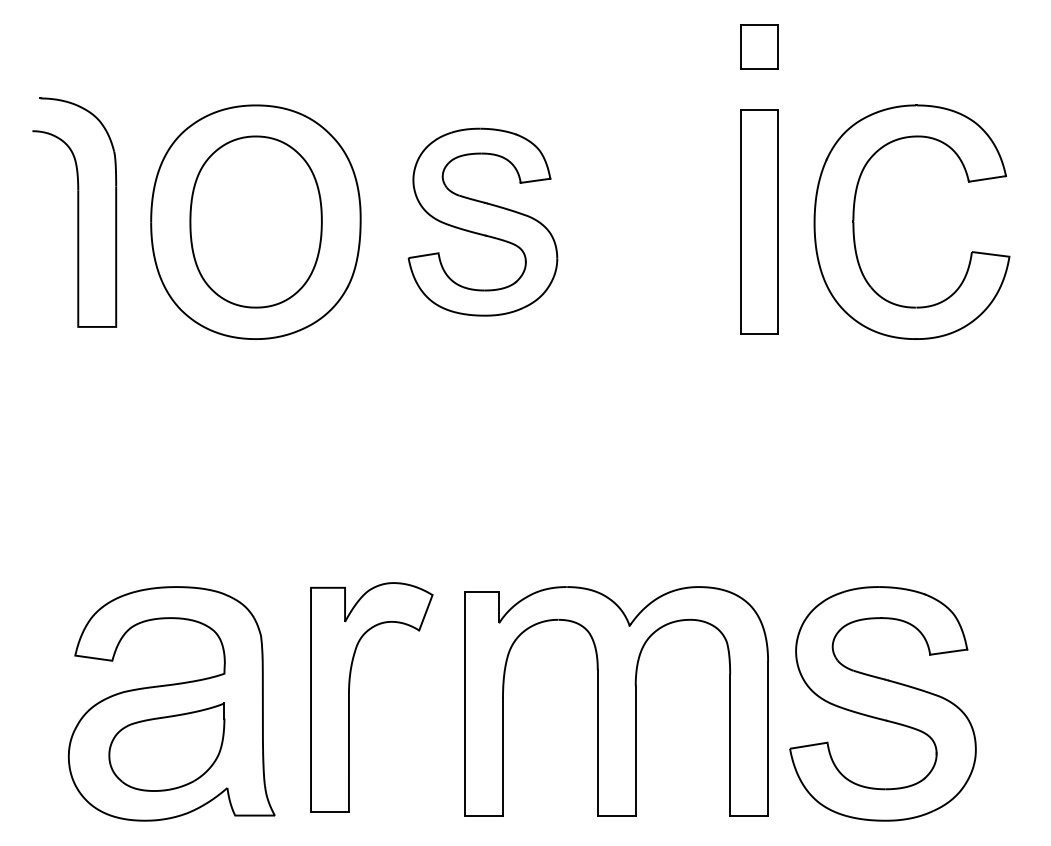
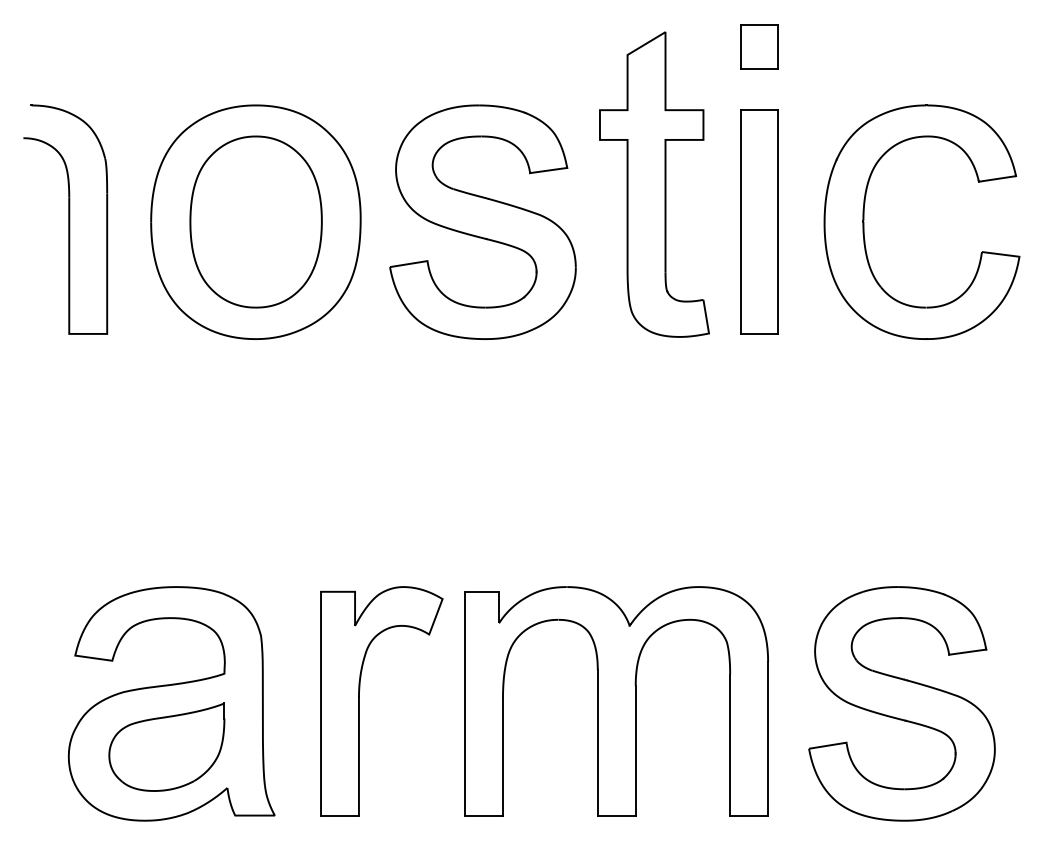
part at (654, 184): none -> present
part at (74, 212) position: (74, 212) -> (65, 219)
part at (854, 220) position: (854, 220) -> (864, 220)
part at (482, 221) size: 152x190 px -> 188x236 px
part at (349, 697) position: (349, 697) -> (359, 701)
part at (882, 703) position: (882, 703) -> (901, 703)
